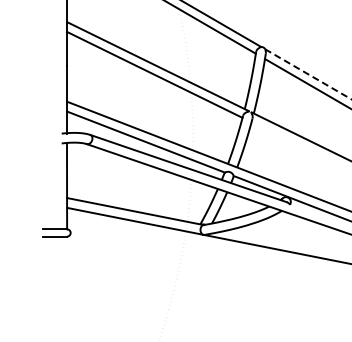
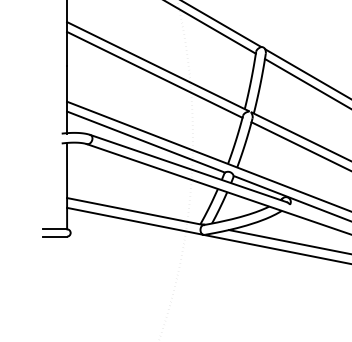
line at (308, 74): dashed -> solid
line at (299, 145): none -> present
line at (288, 241): none -> present
